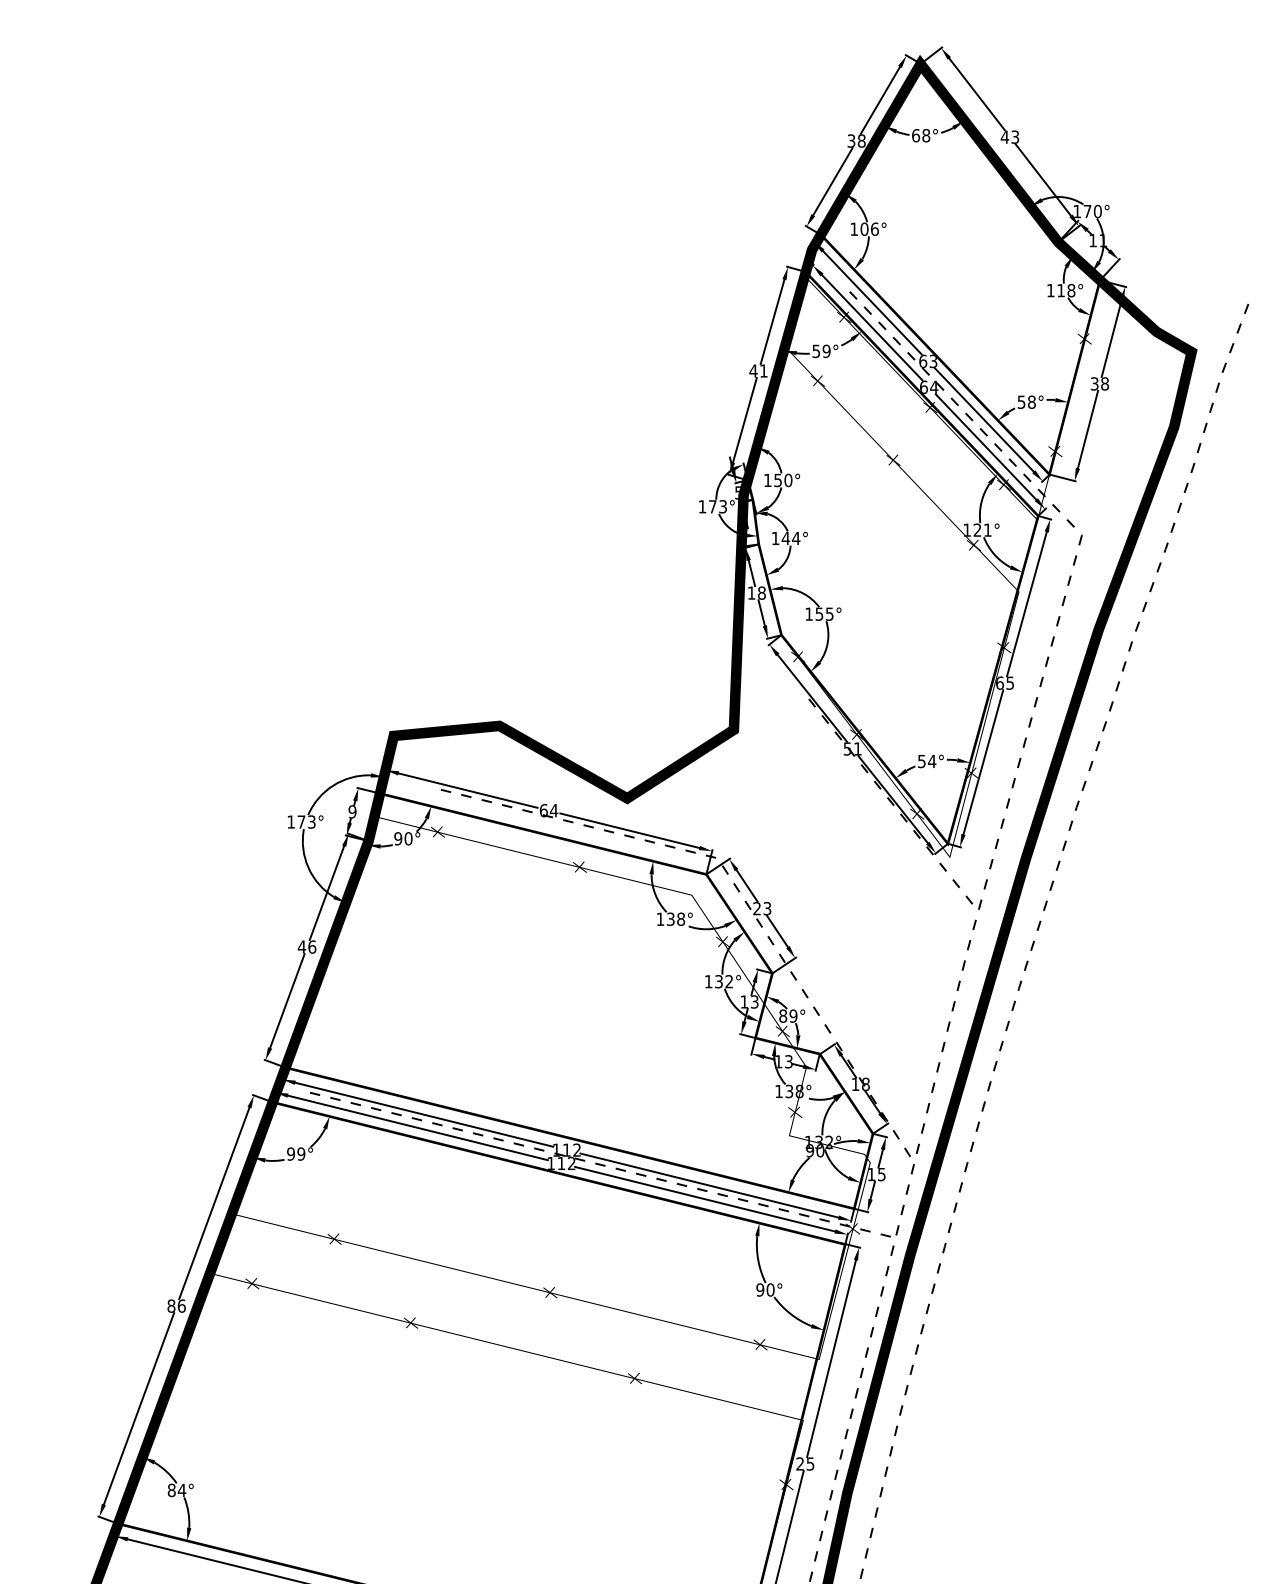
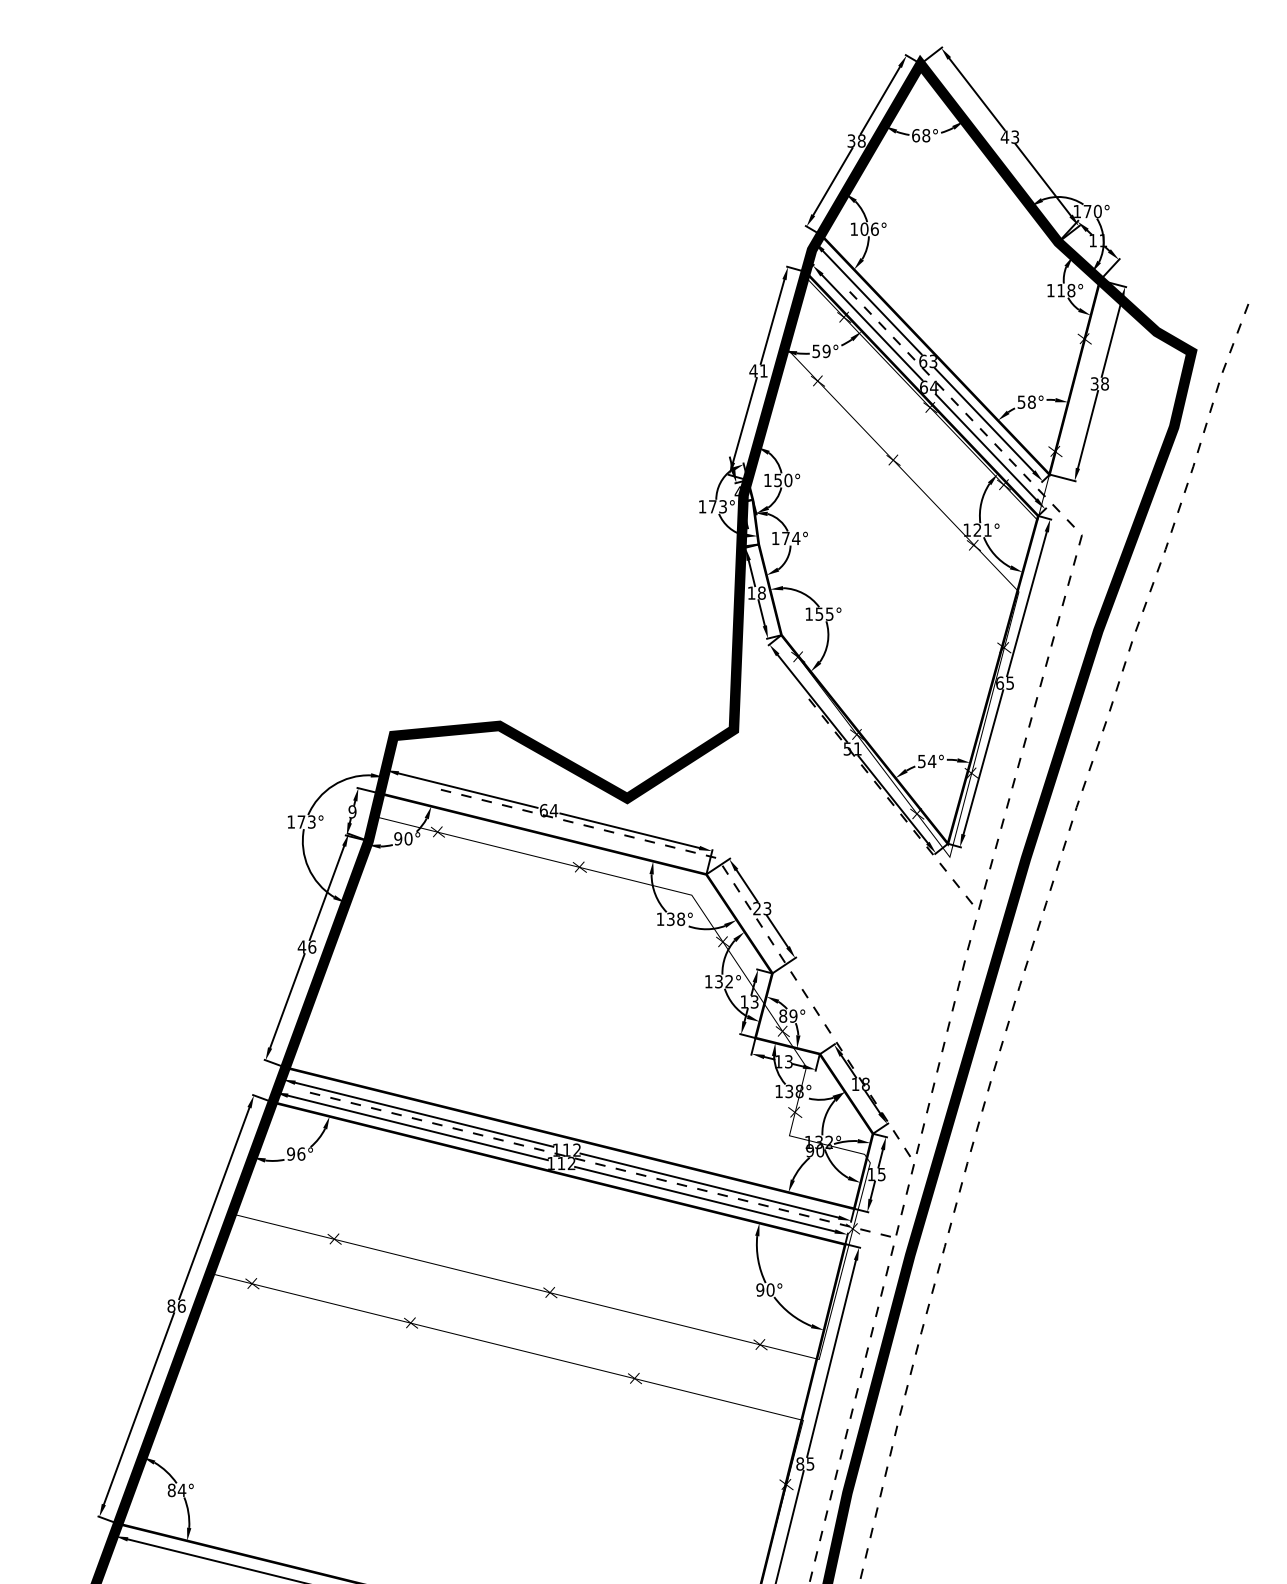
text at (736, 492): 5 -> 4
text at (785, 538): 144° -> 174°
text at (301, 1153): 99° -> 96°
text at (800, 1463): 25 -> 85
